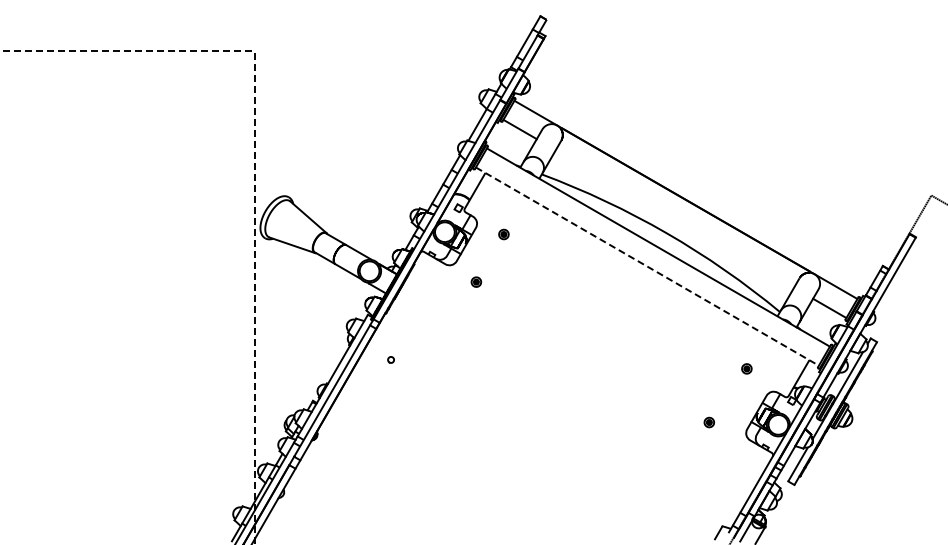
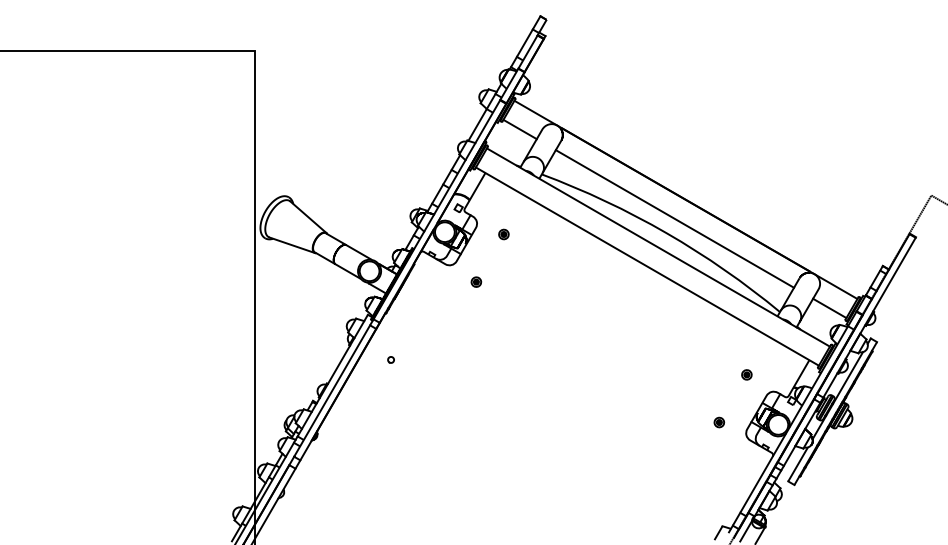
line at (254, 170): dashed -> solid
line at (674, 218): none -> present
line at (647, 266): dashed -> solid
part at (746, 368) position: (746, 368) -> (746, 374)
part at (709, 422) position: (709, 422) -> (719, 422)
